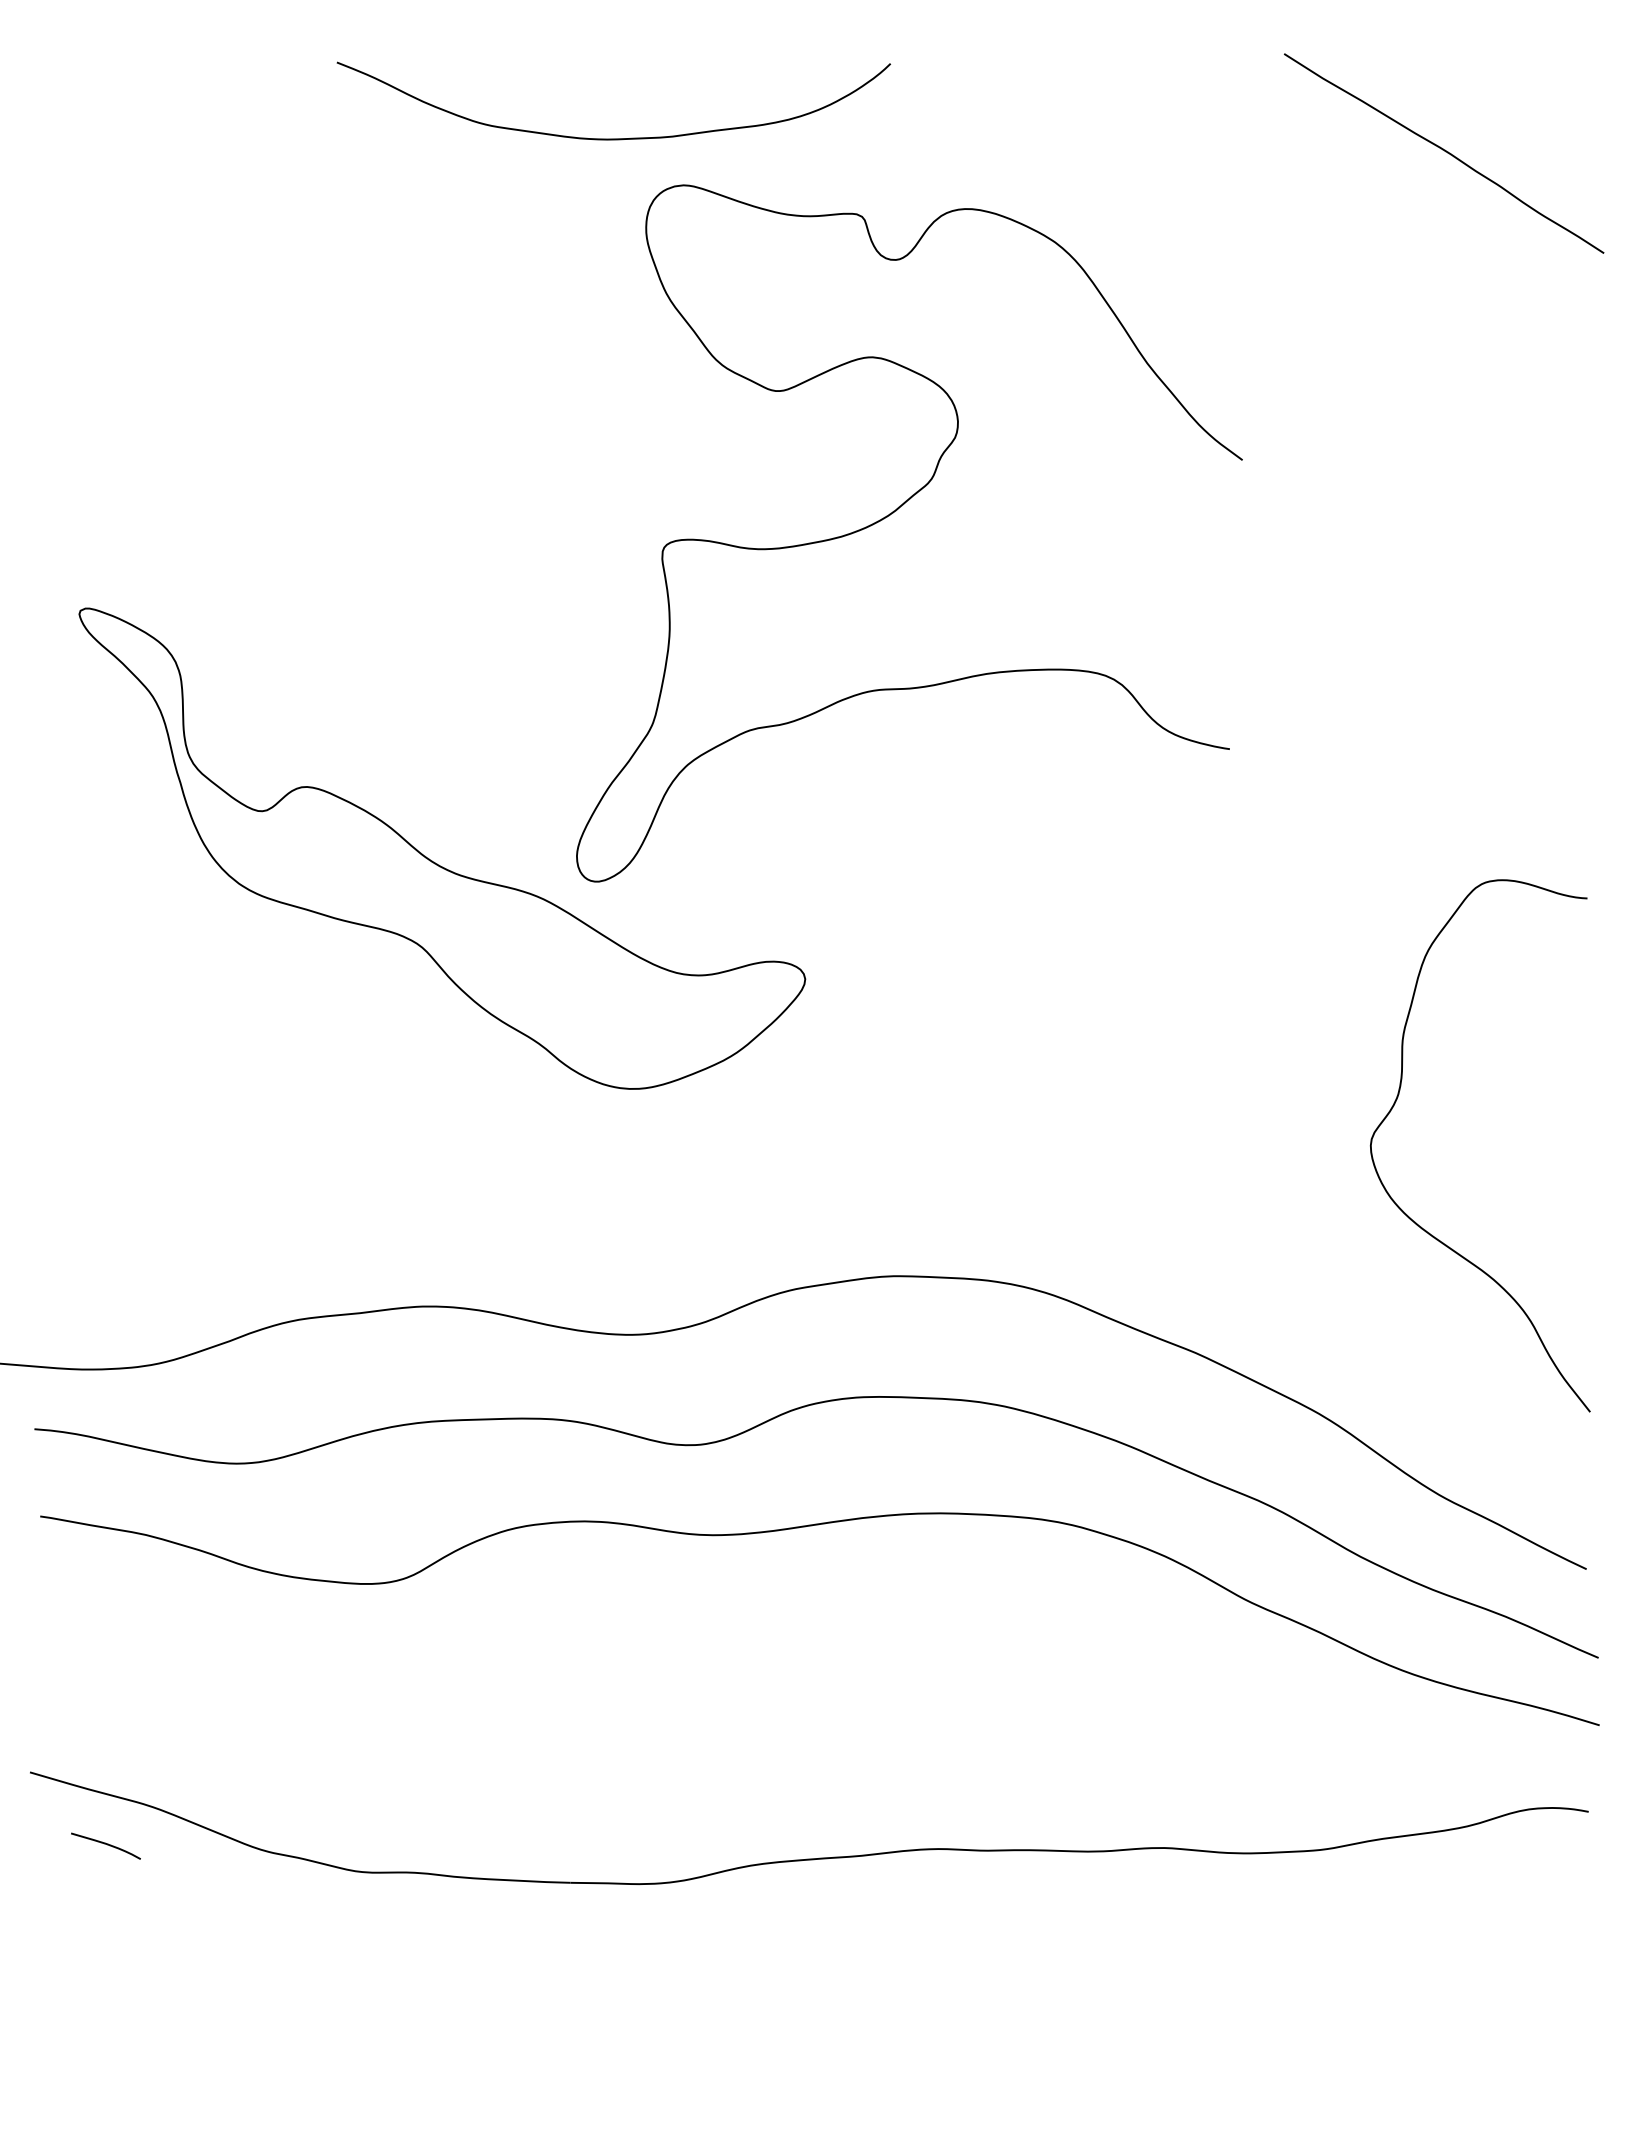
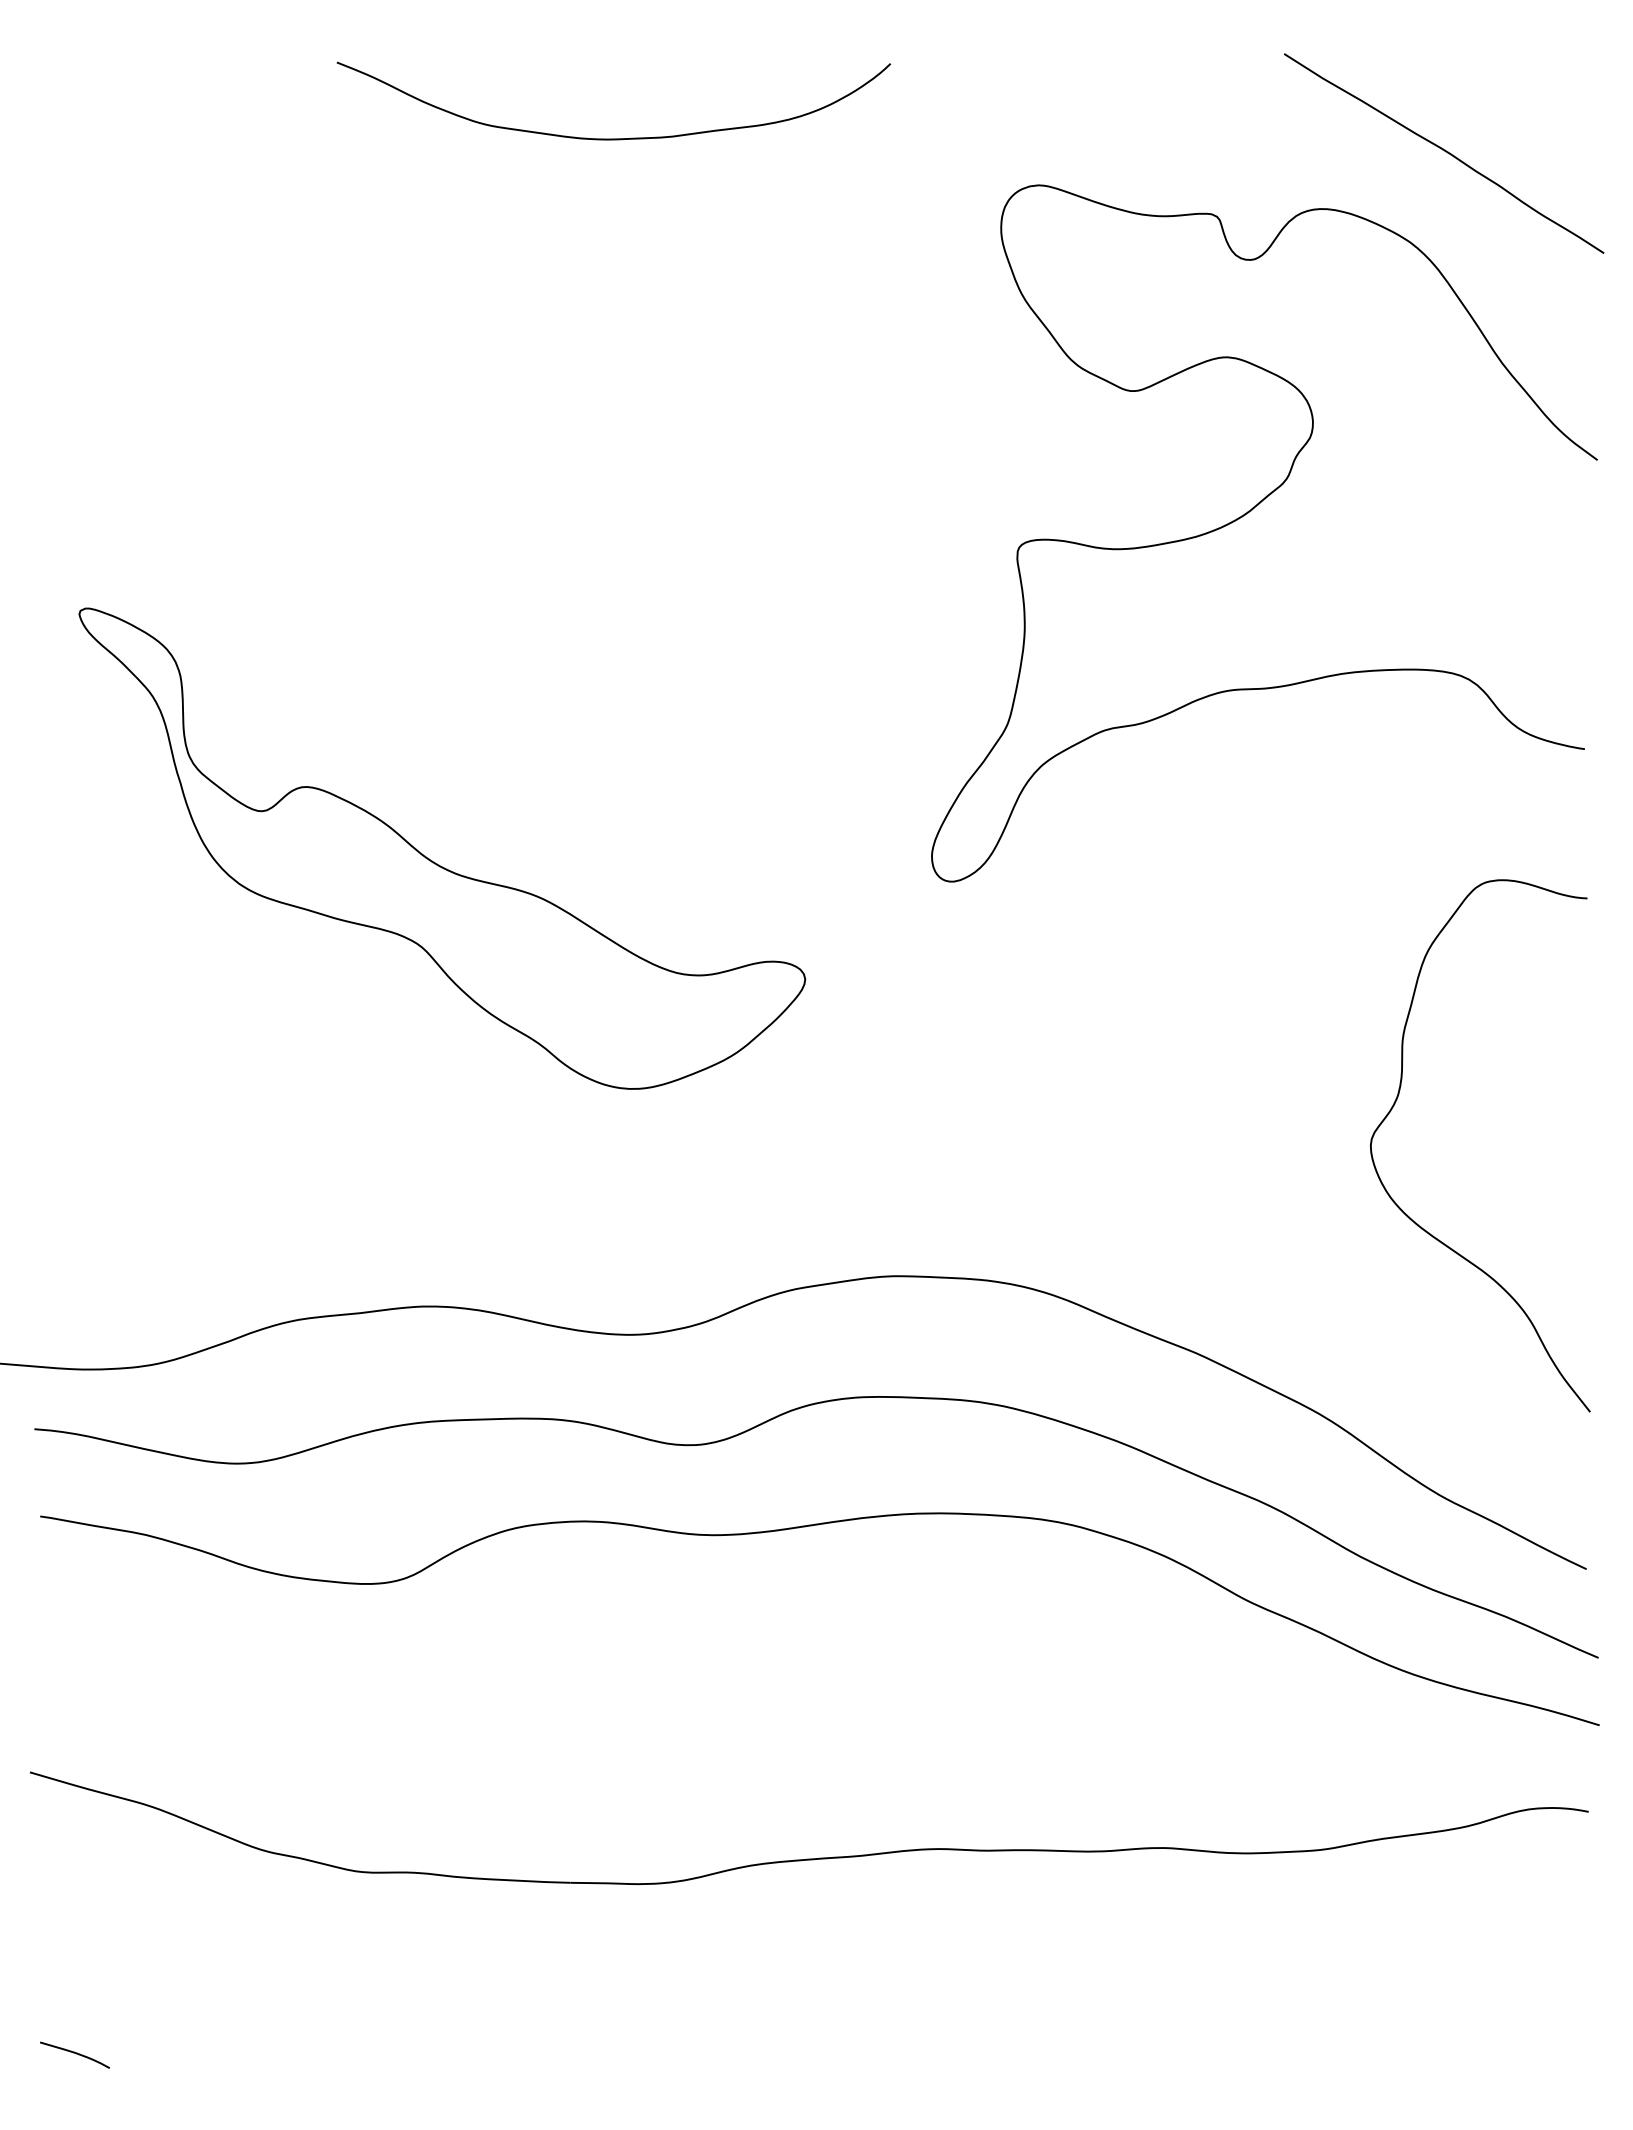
curve at (896, 511) position: (896, 511) -> (1251, 511)
curve at (105, 1844) position: (105, 1844) -> (74, 2053)
